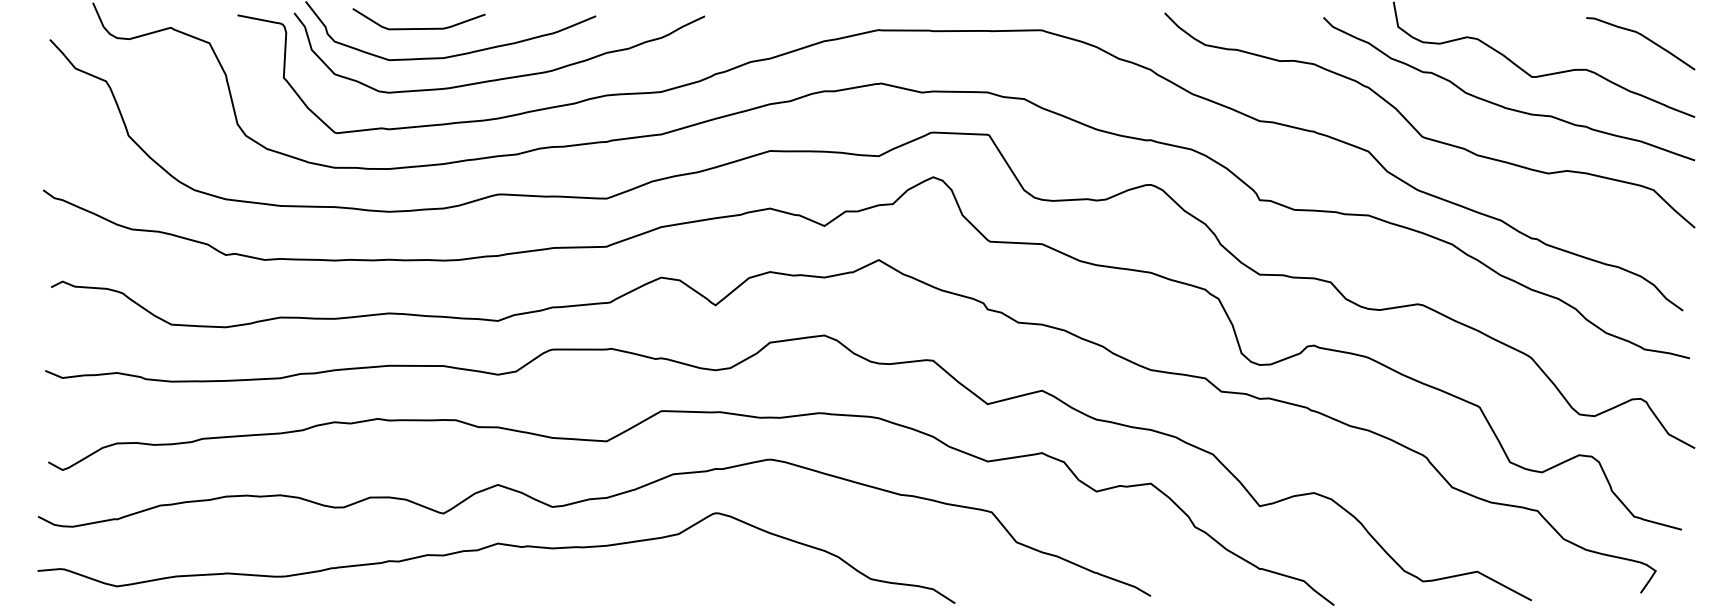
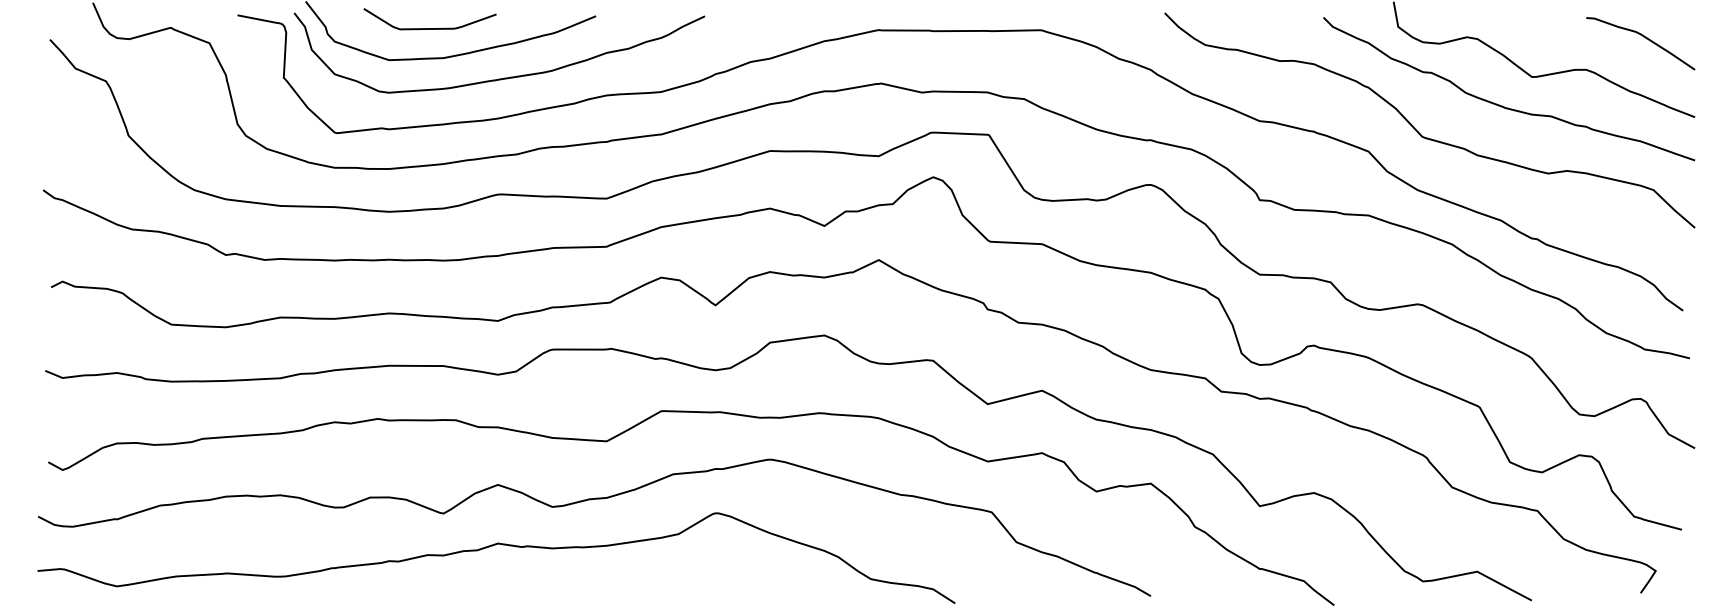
curve at (418, 28) position: (418, 28) -> (429, 28)
